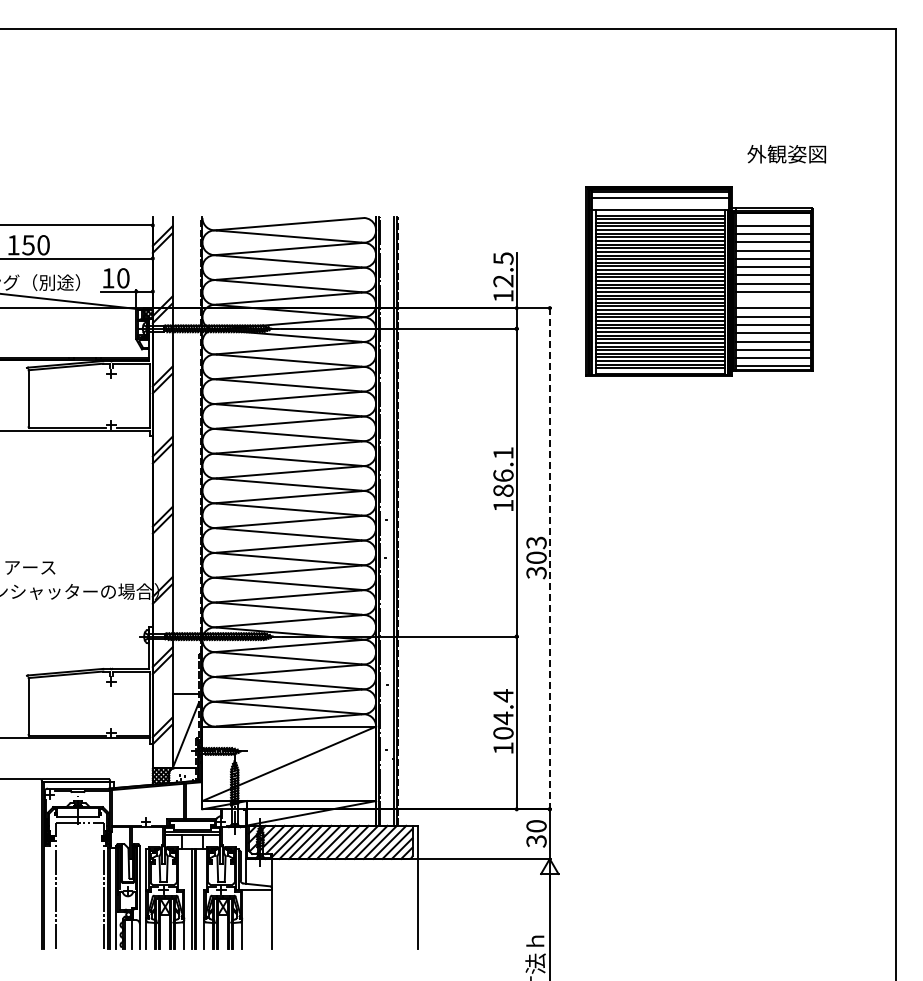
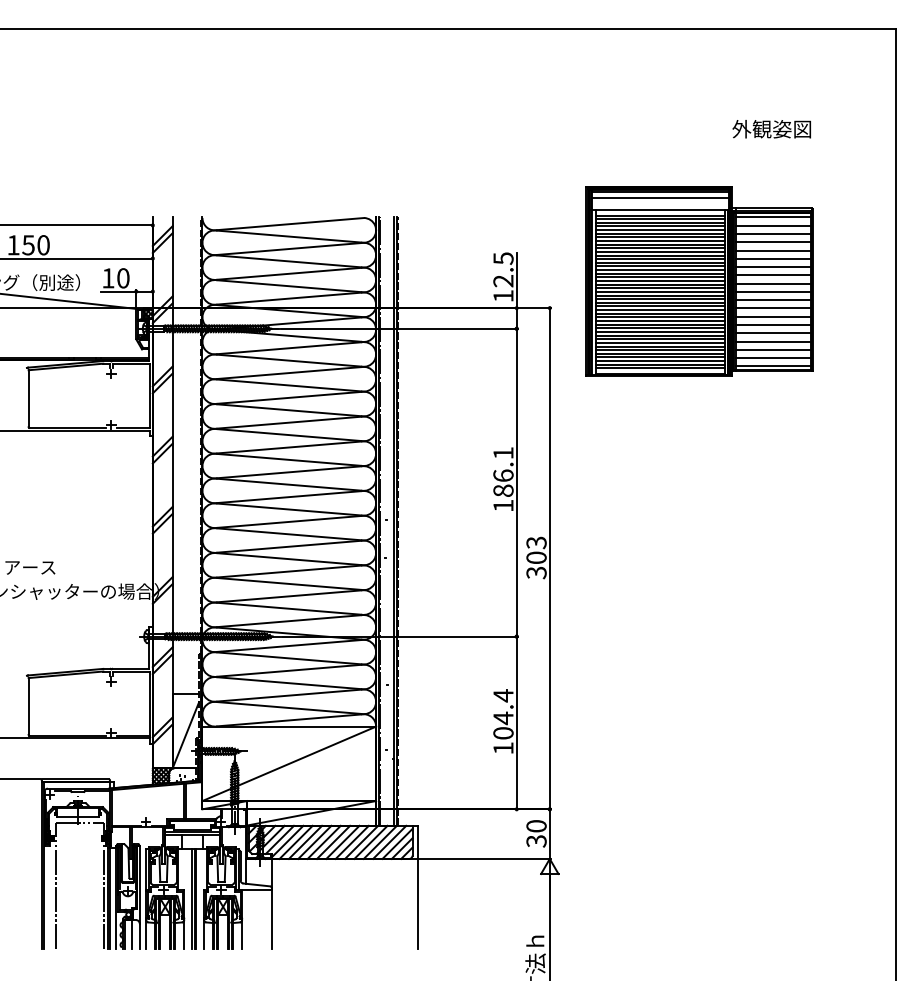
text at (786, 154) position: (786, 154) -> (771, 129)
line at (772, 217): none -> present
line at (772, 300): none -> present
line at (549, 558): dashed -> solid
